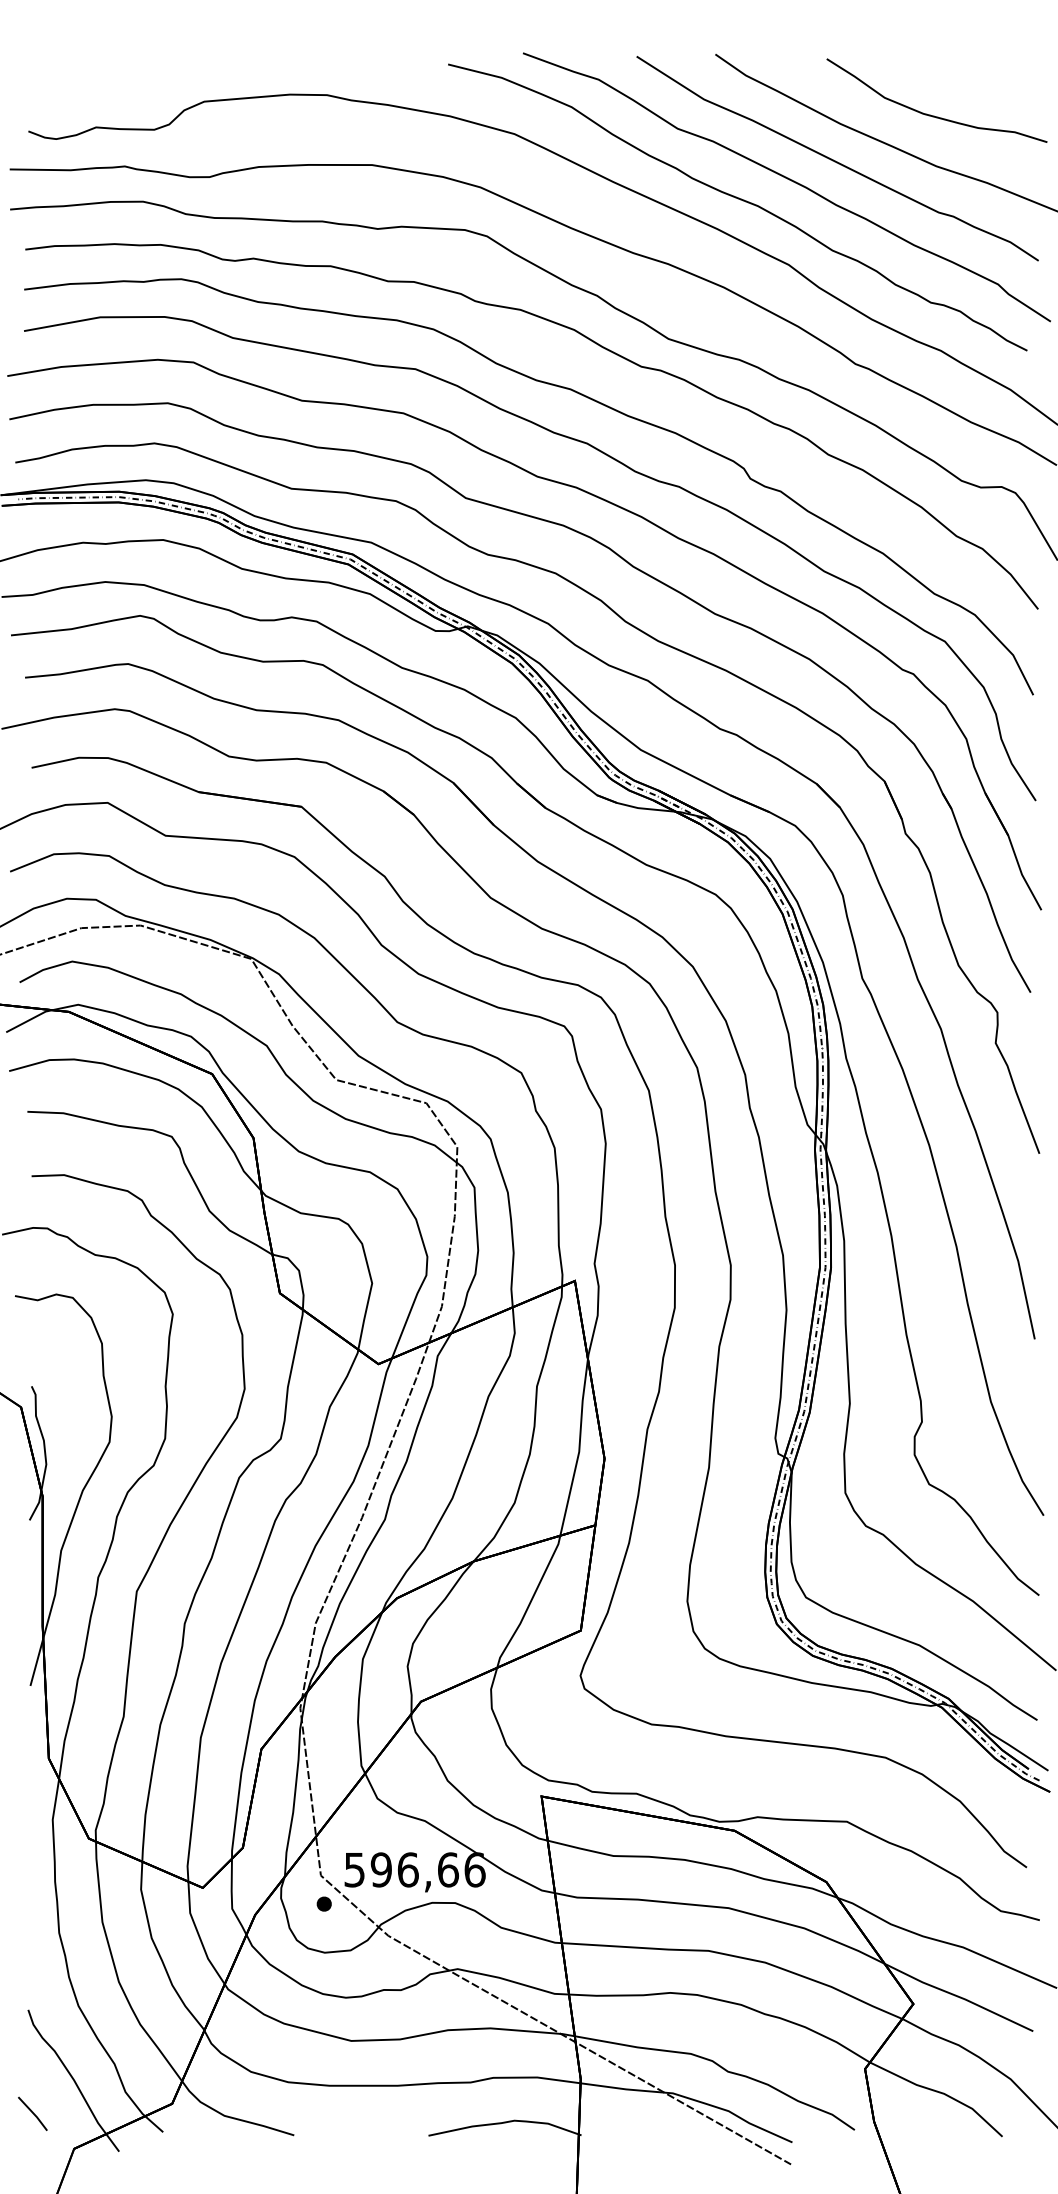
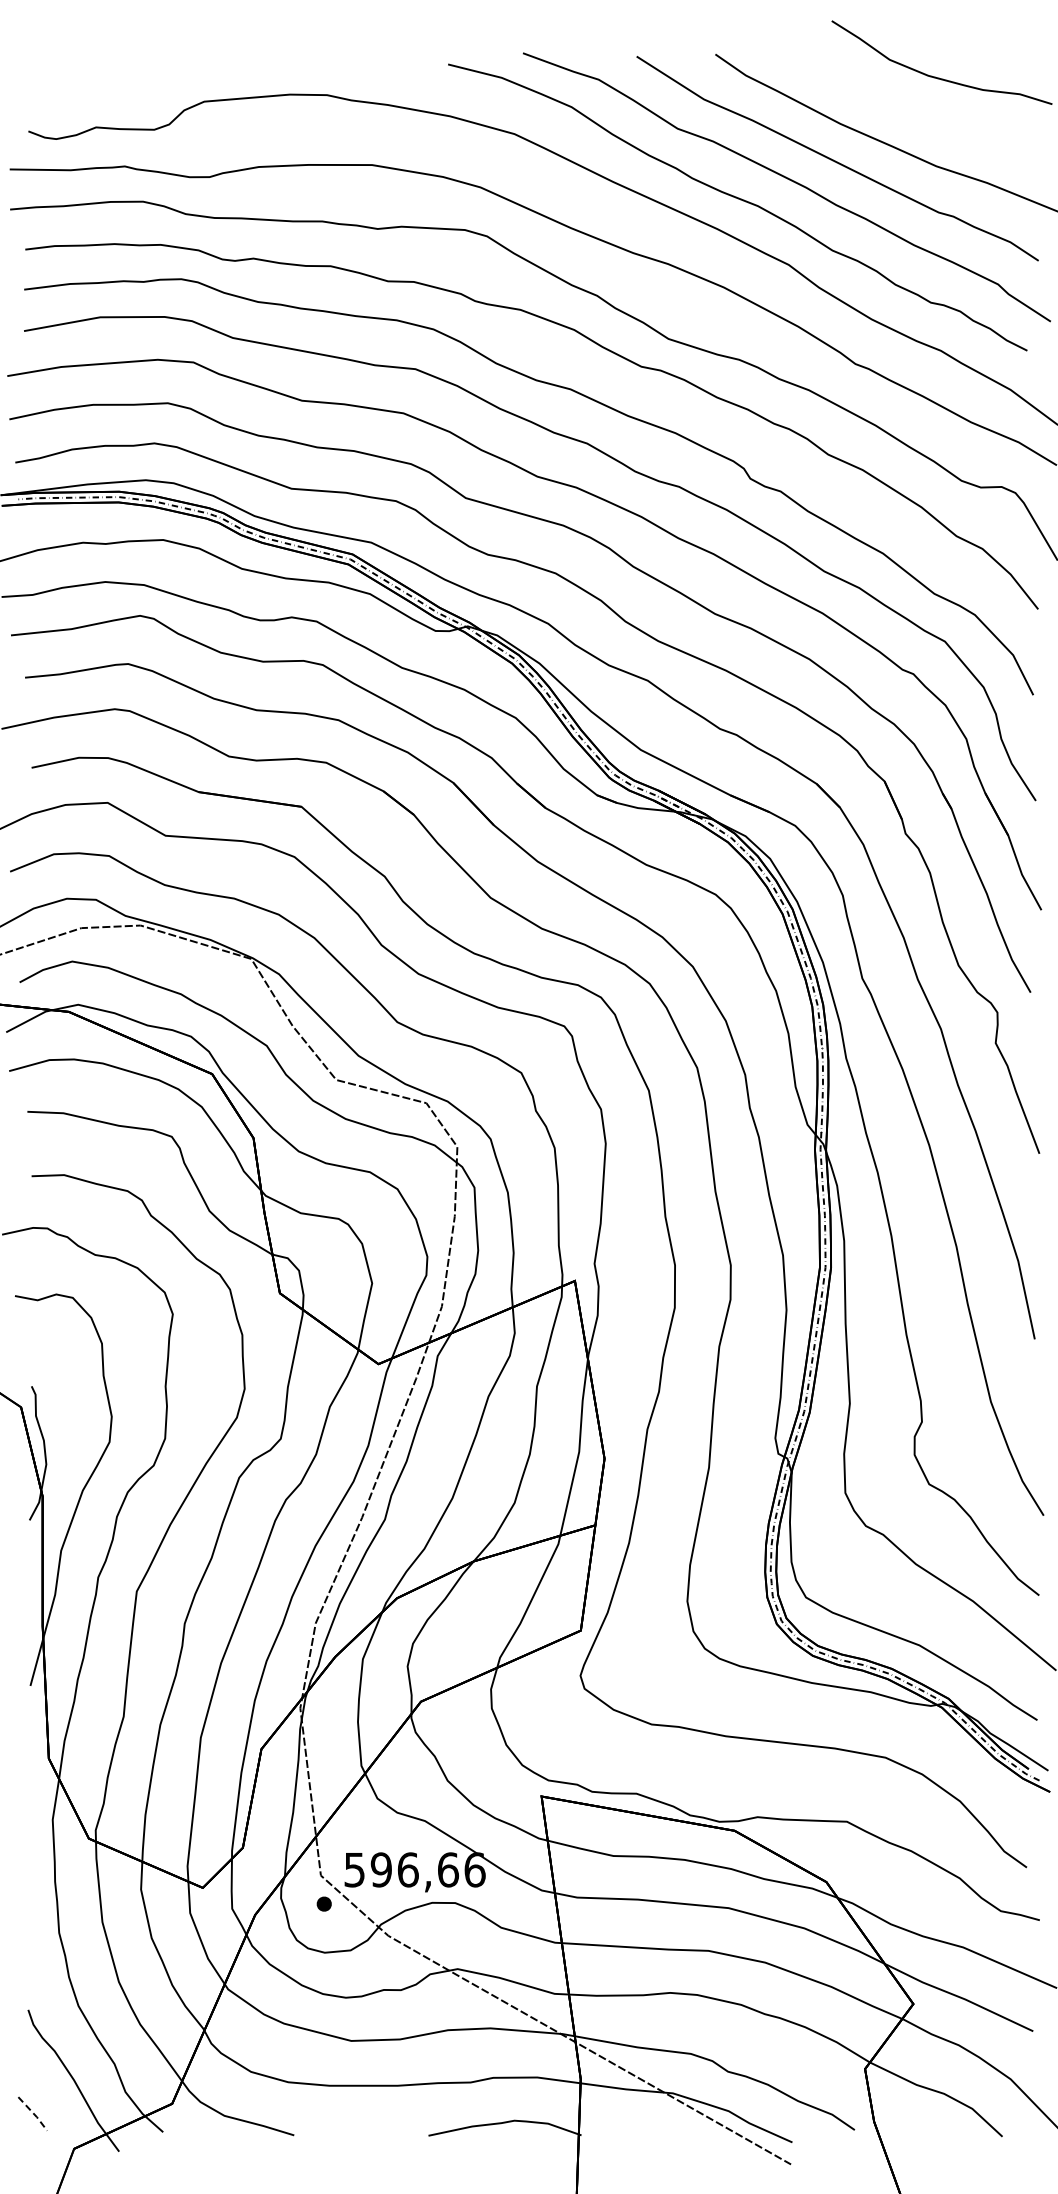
curve at (934, 115) position: (934, 115) -> (939, 77)
line at (33, 2113): solid -> dashed
